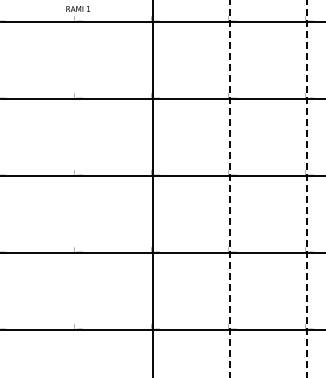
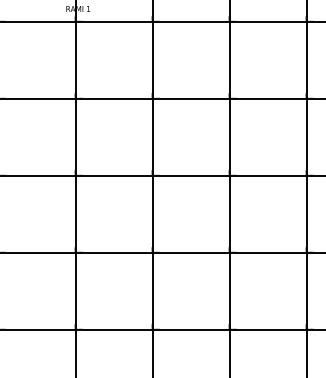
line at (75, 188): none -> present
line at (229, 188): dashed -> solid
line at (306, 188): dashed -> solid
